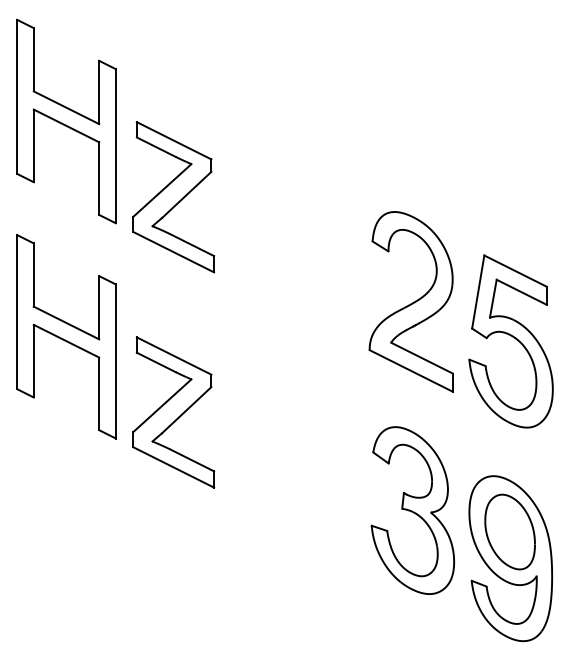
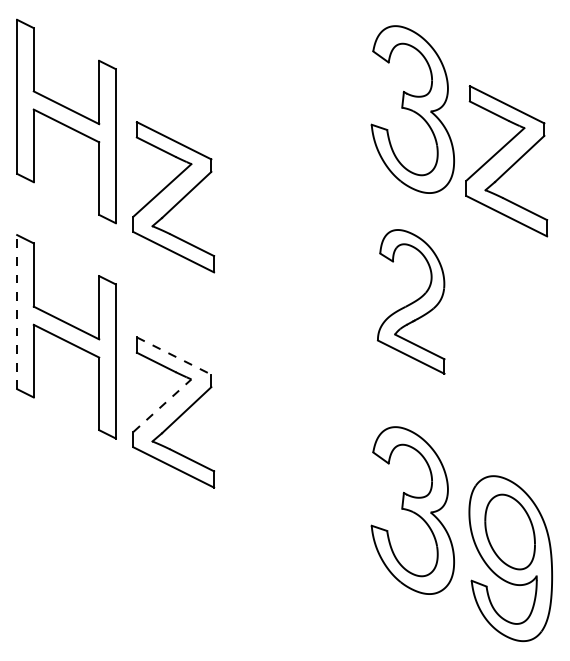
part at (412, 109): none -> present
part at (506, 161): none -> present
part at (410, 301) size: 86x182 px -> 69x146 px
line at (17, 311): solid -> dashed
part at (510, 341): present -> none
line at (174, 356): solid -> dashed
line at (162, 405): solid -> dashed
